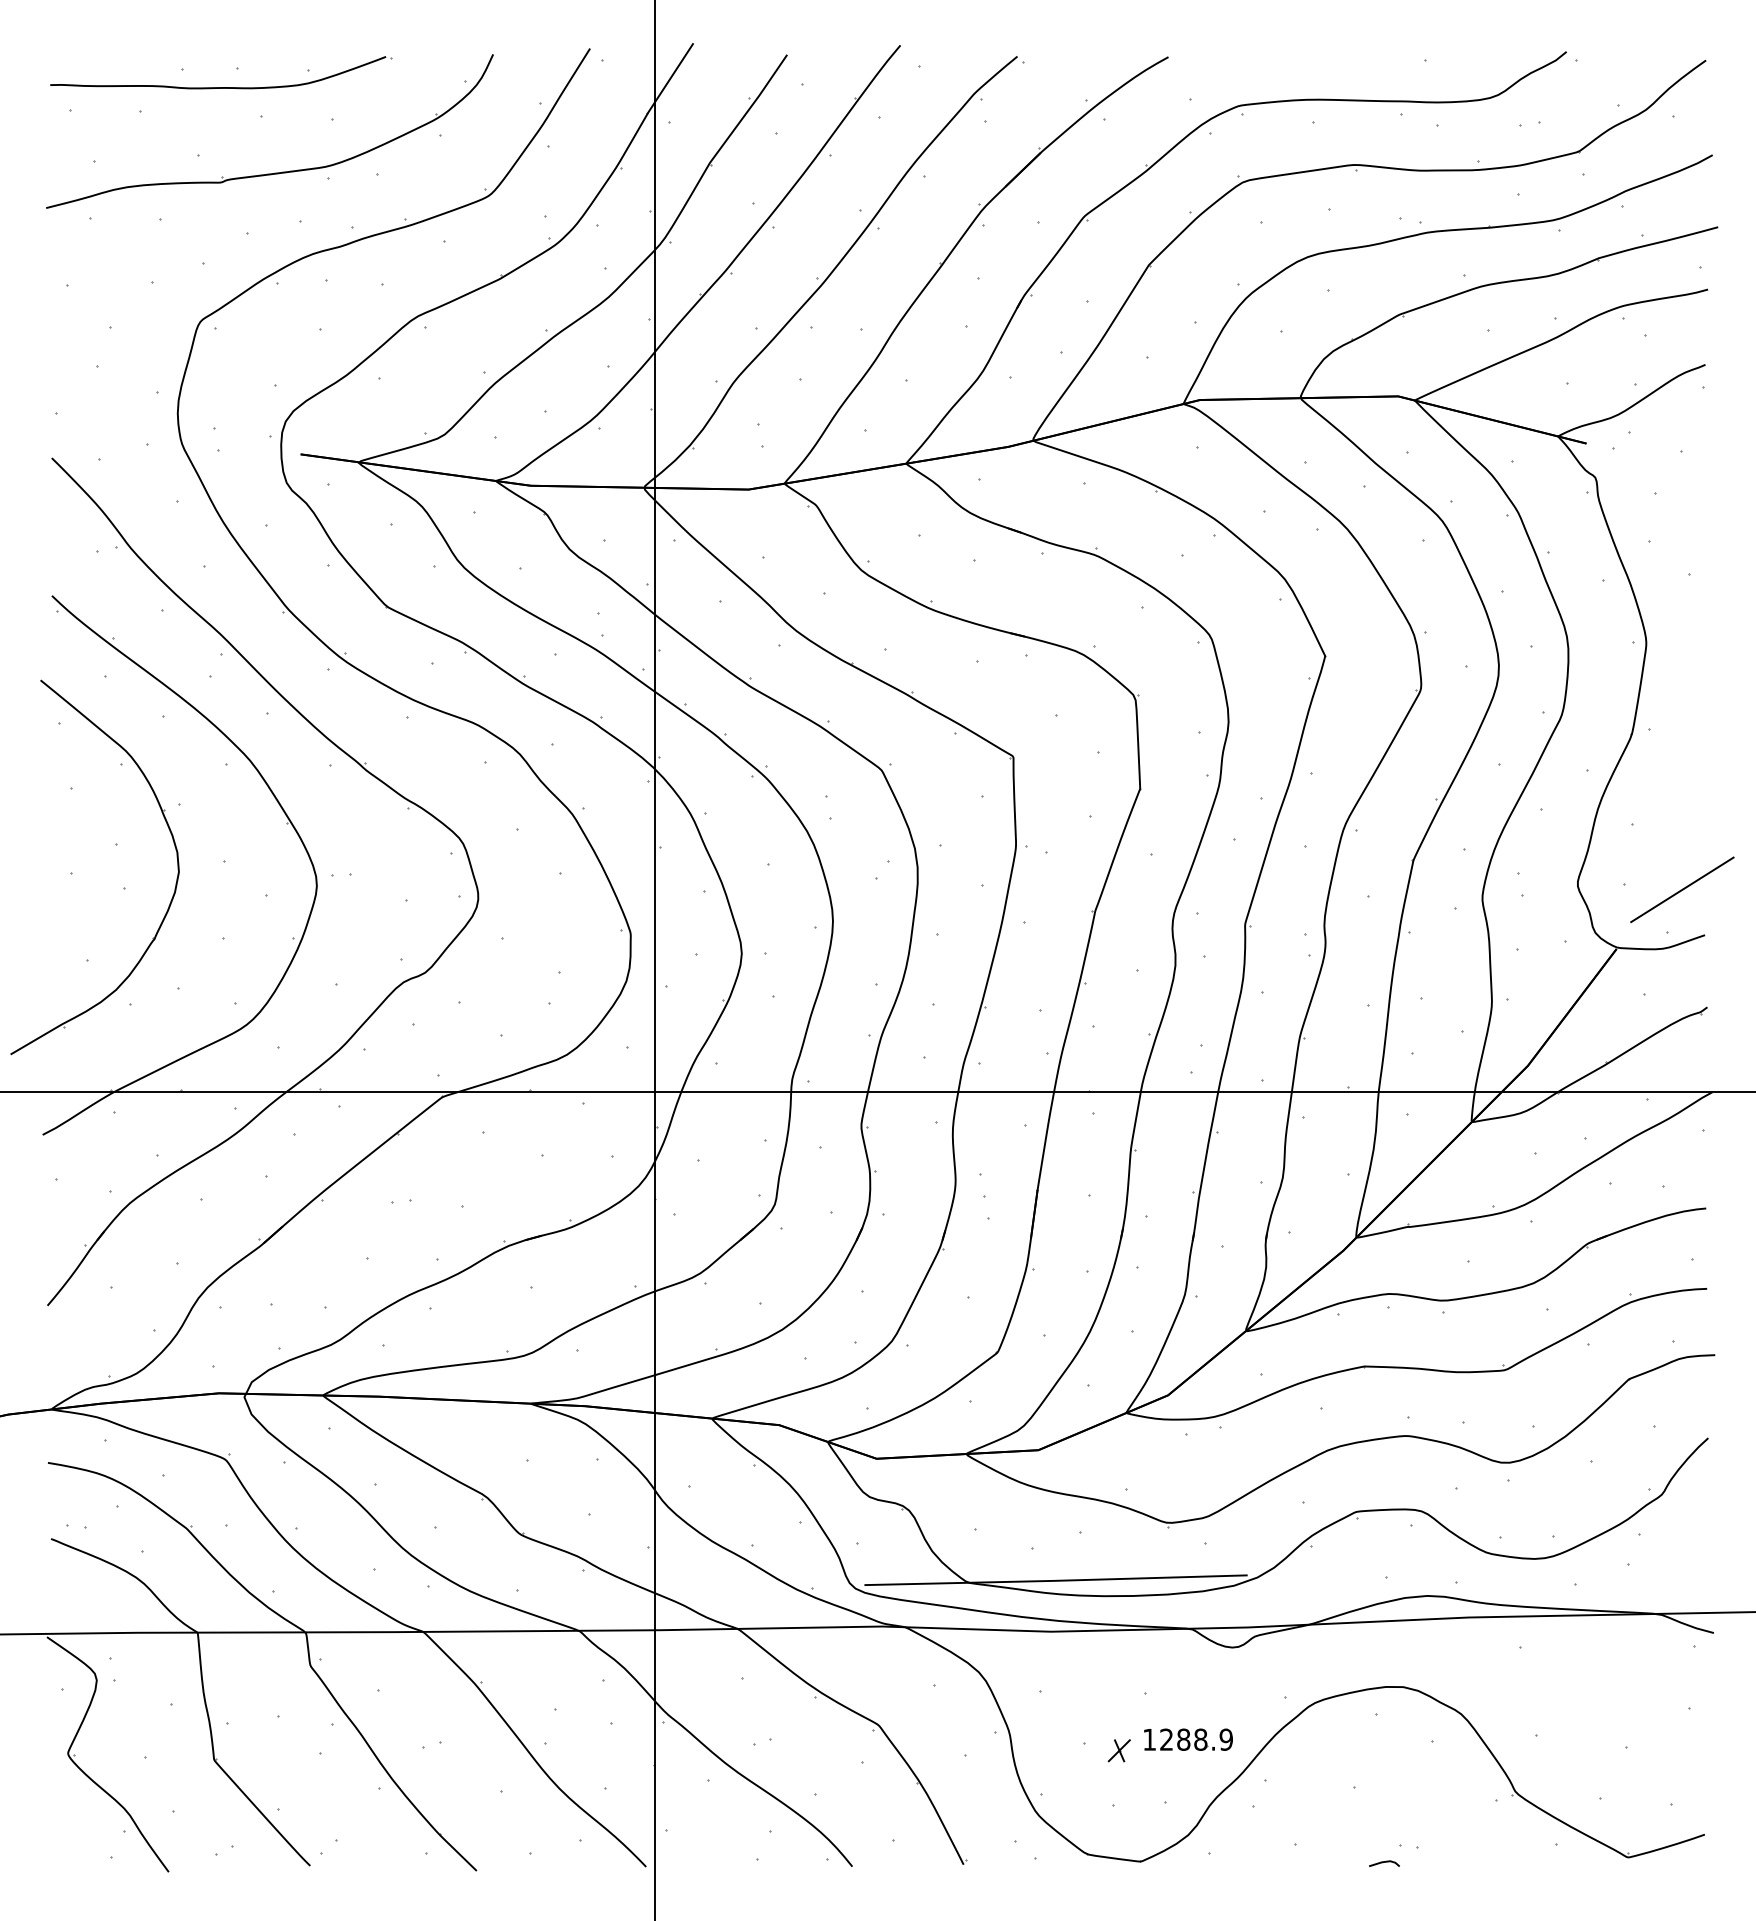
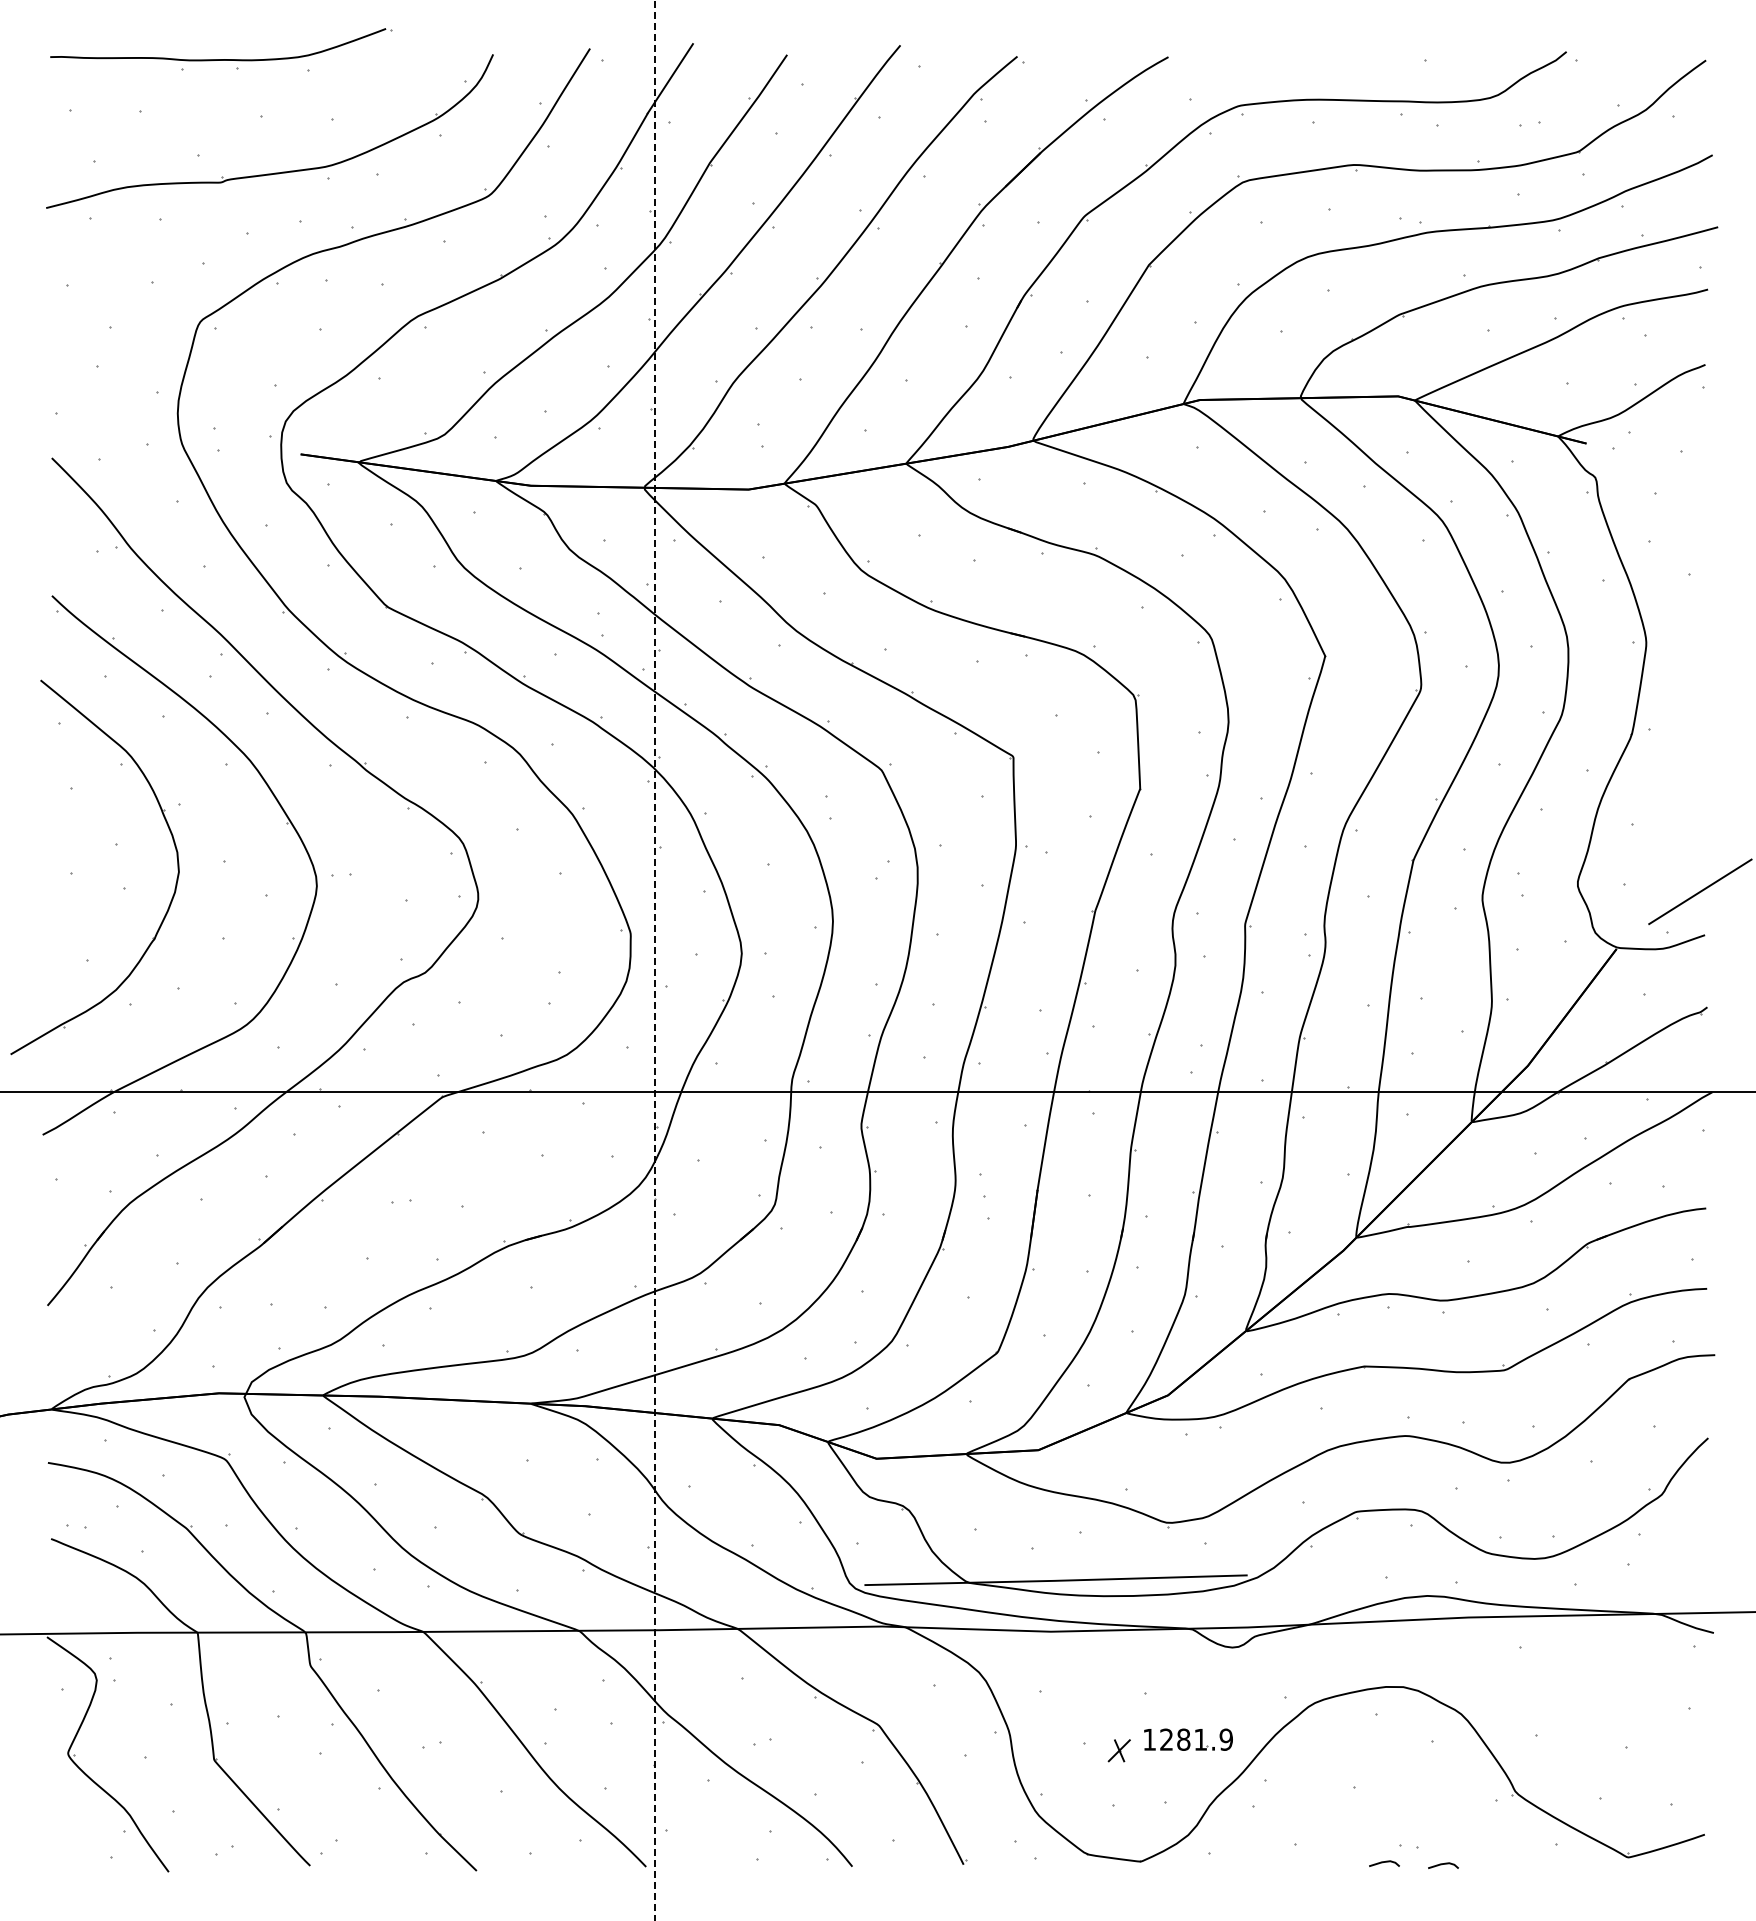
part at (221, 87) position: (221, 87) -> (221, 59)
line at (1682, 889) position: (1682, 889) -> (1700, 891)
line at (655, 959): solid -> dashed
text at (1200, 1739): 1288.9 -> 1281.9
line at (1443, 1864): none -> present
